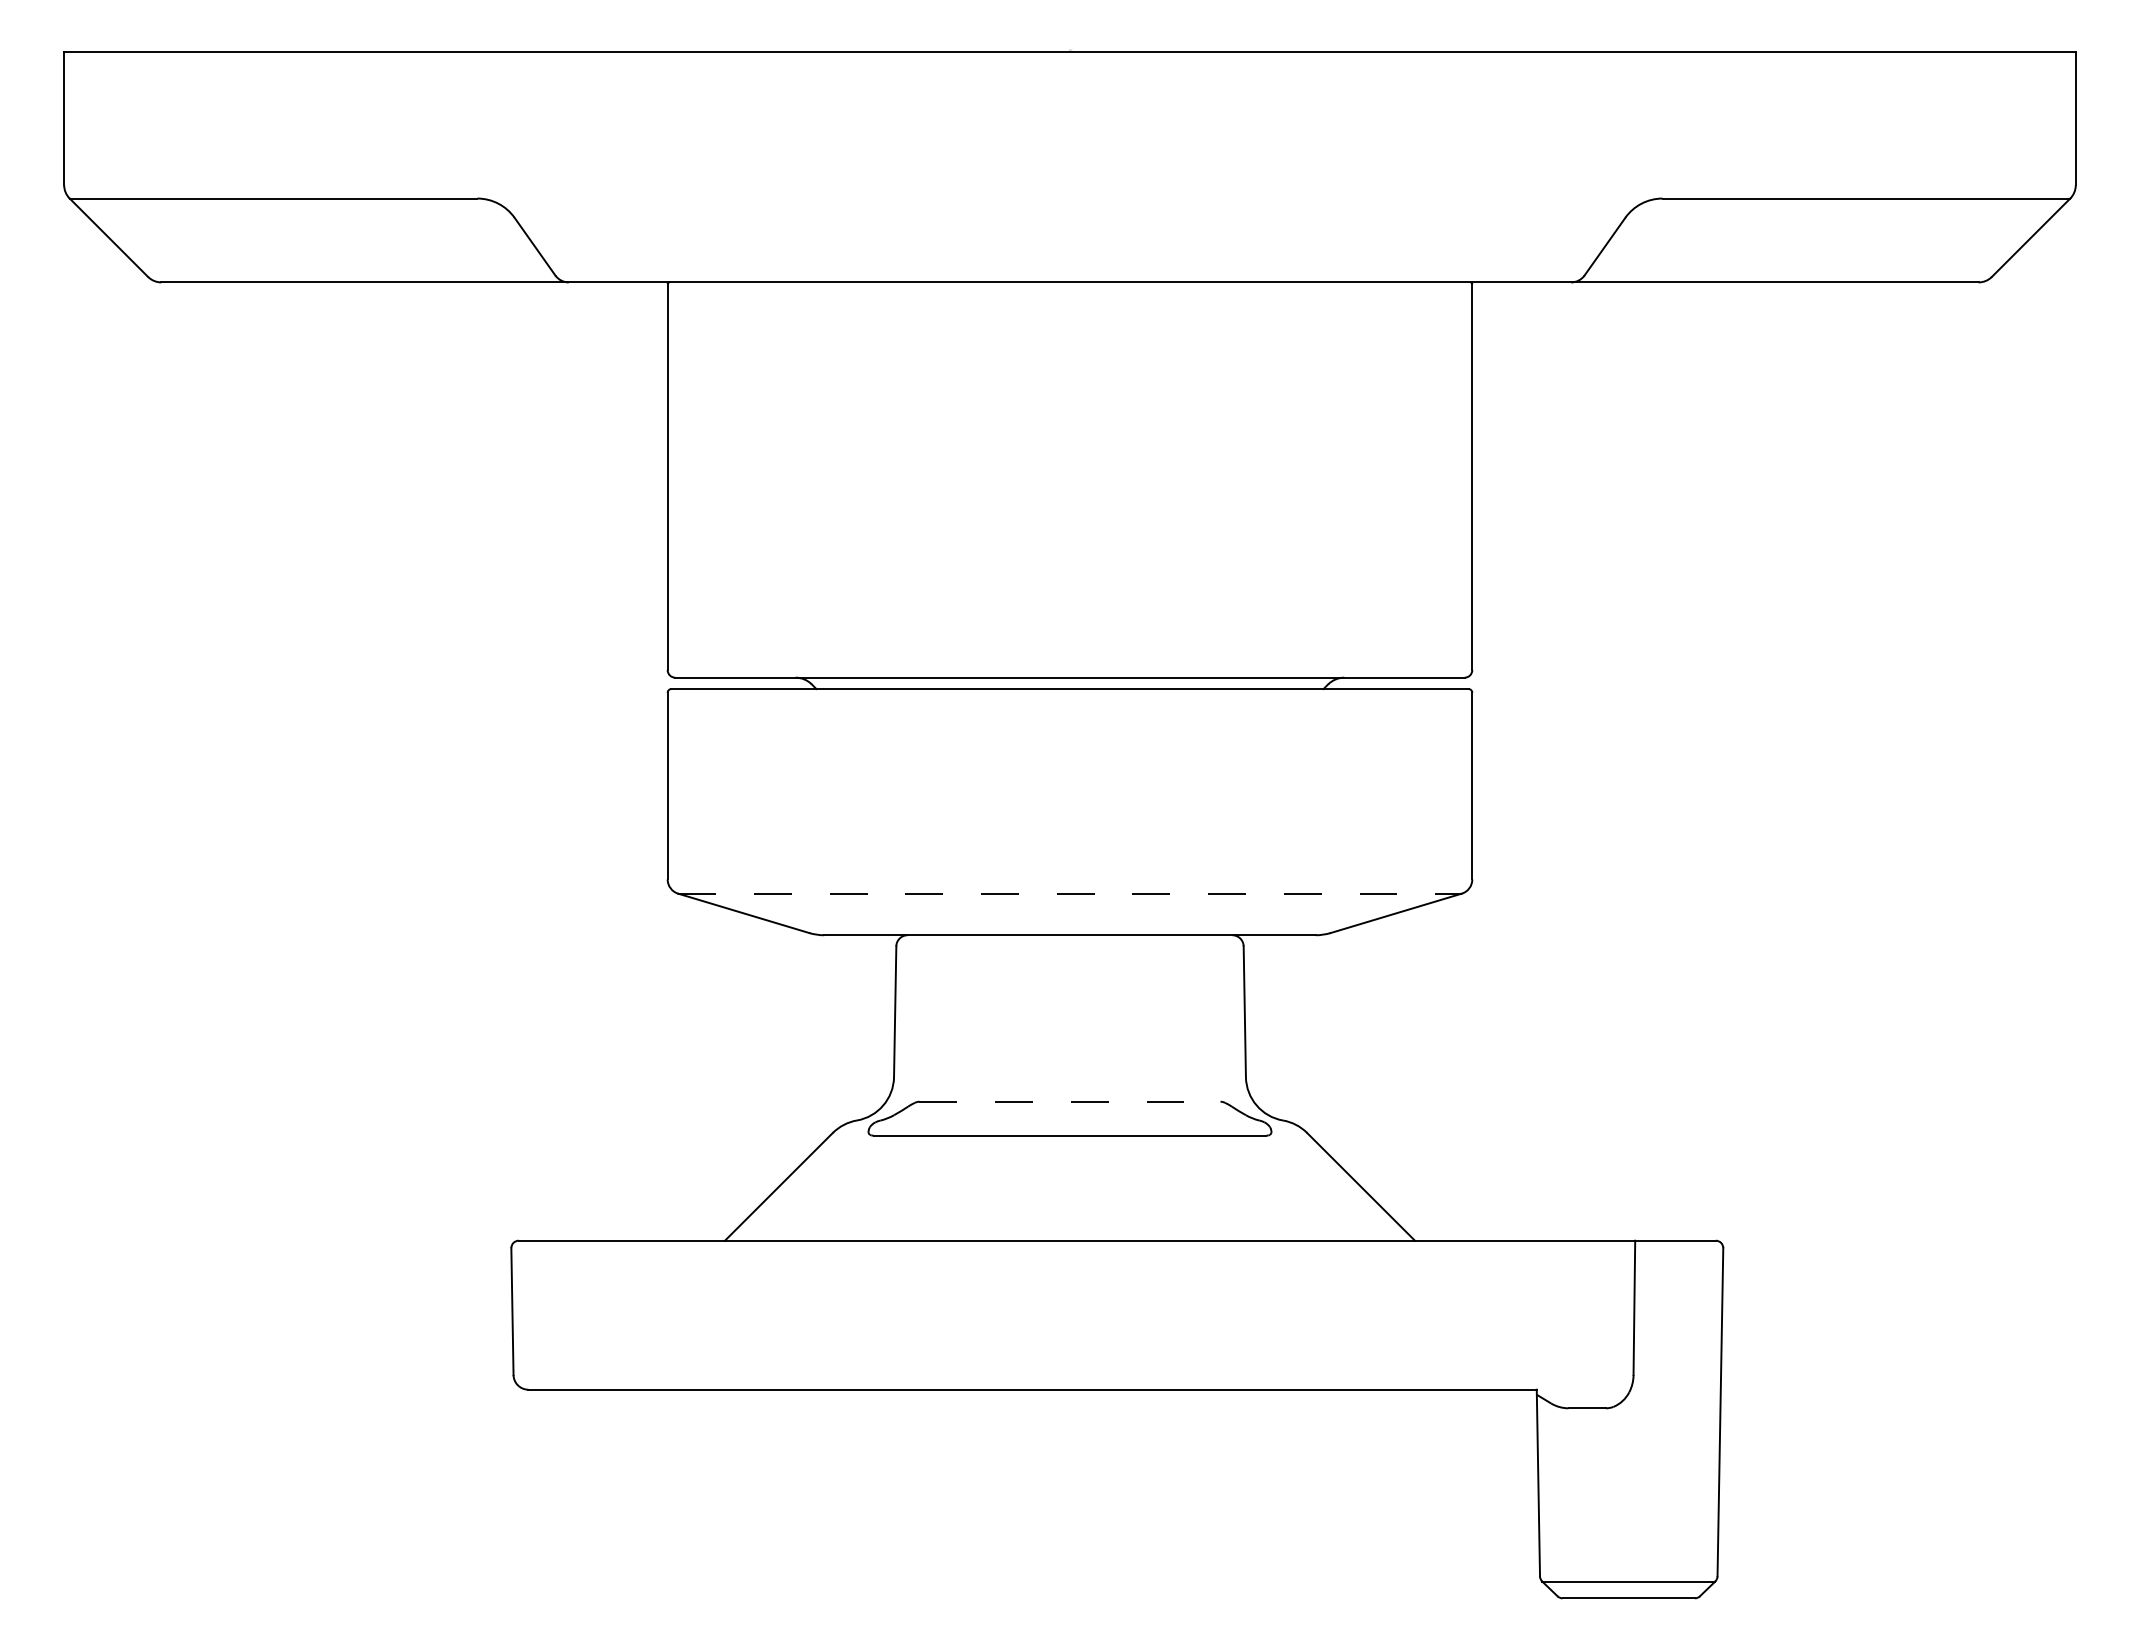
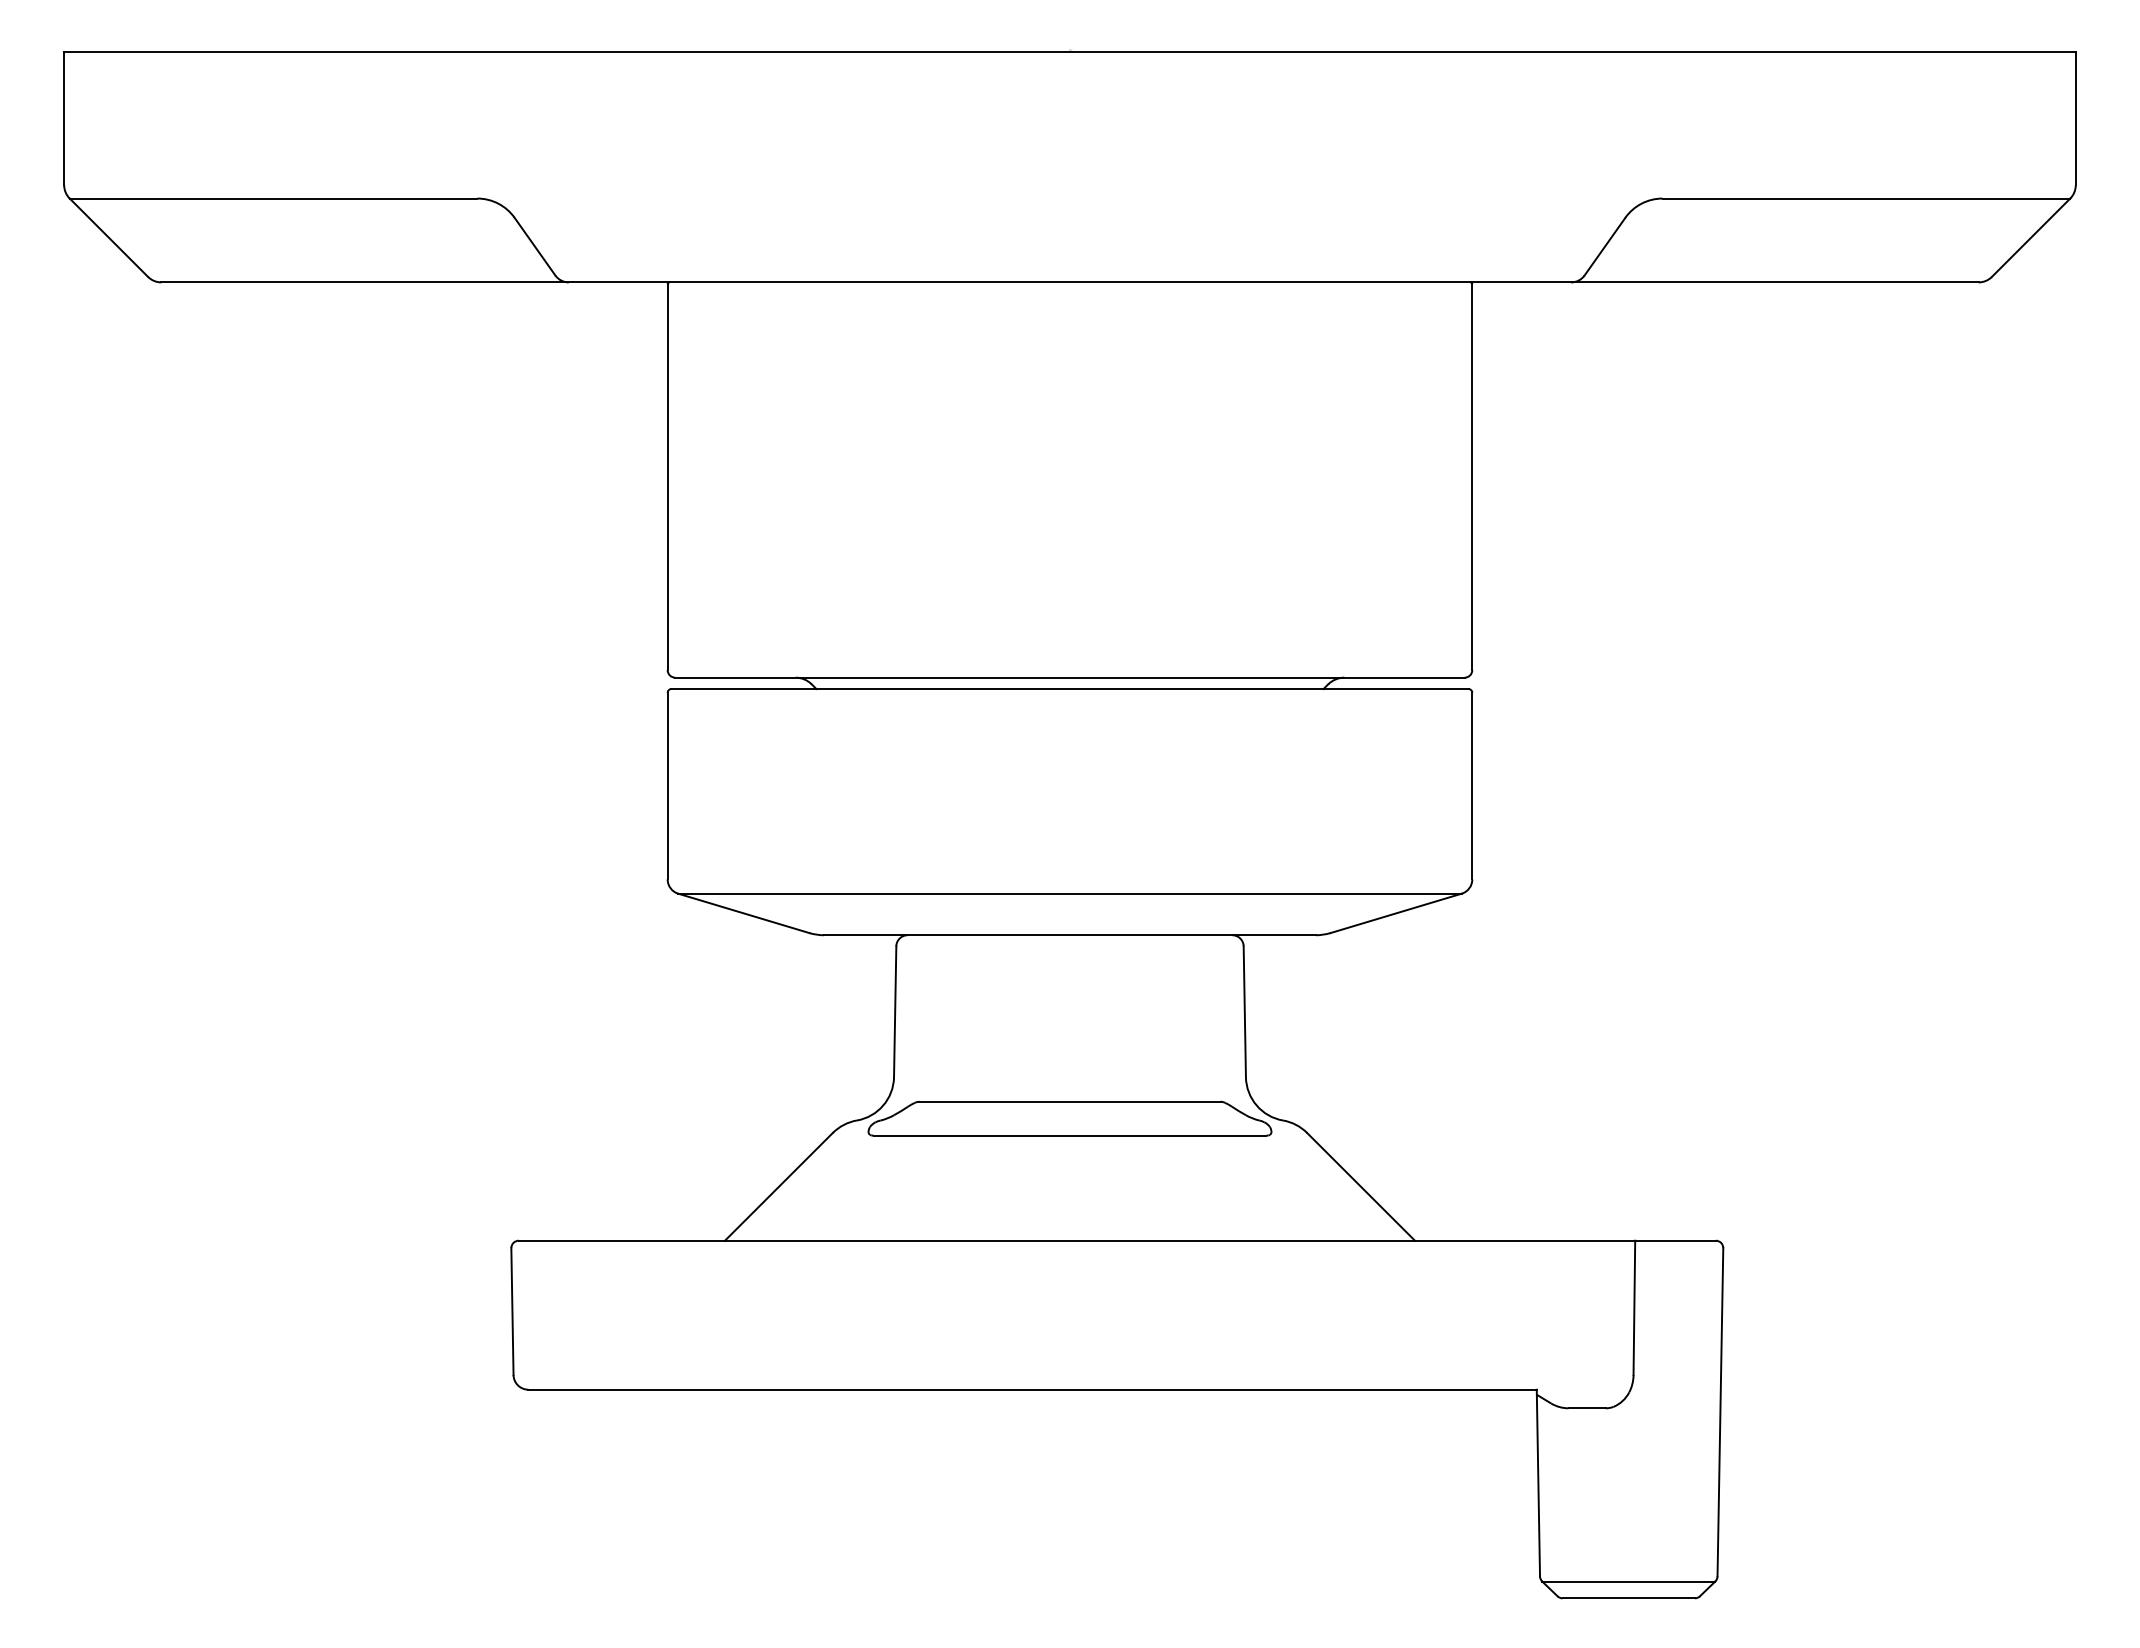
line at (1070, 893): dashed -> solid
line at (1070, 1101): dashed -> solid
